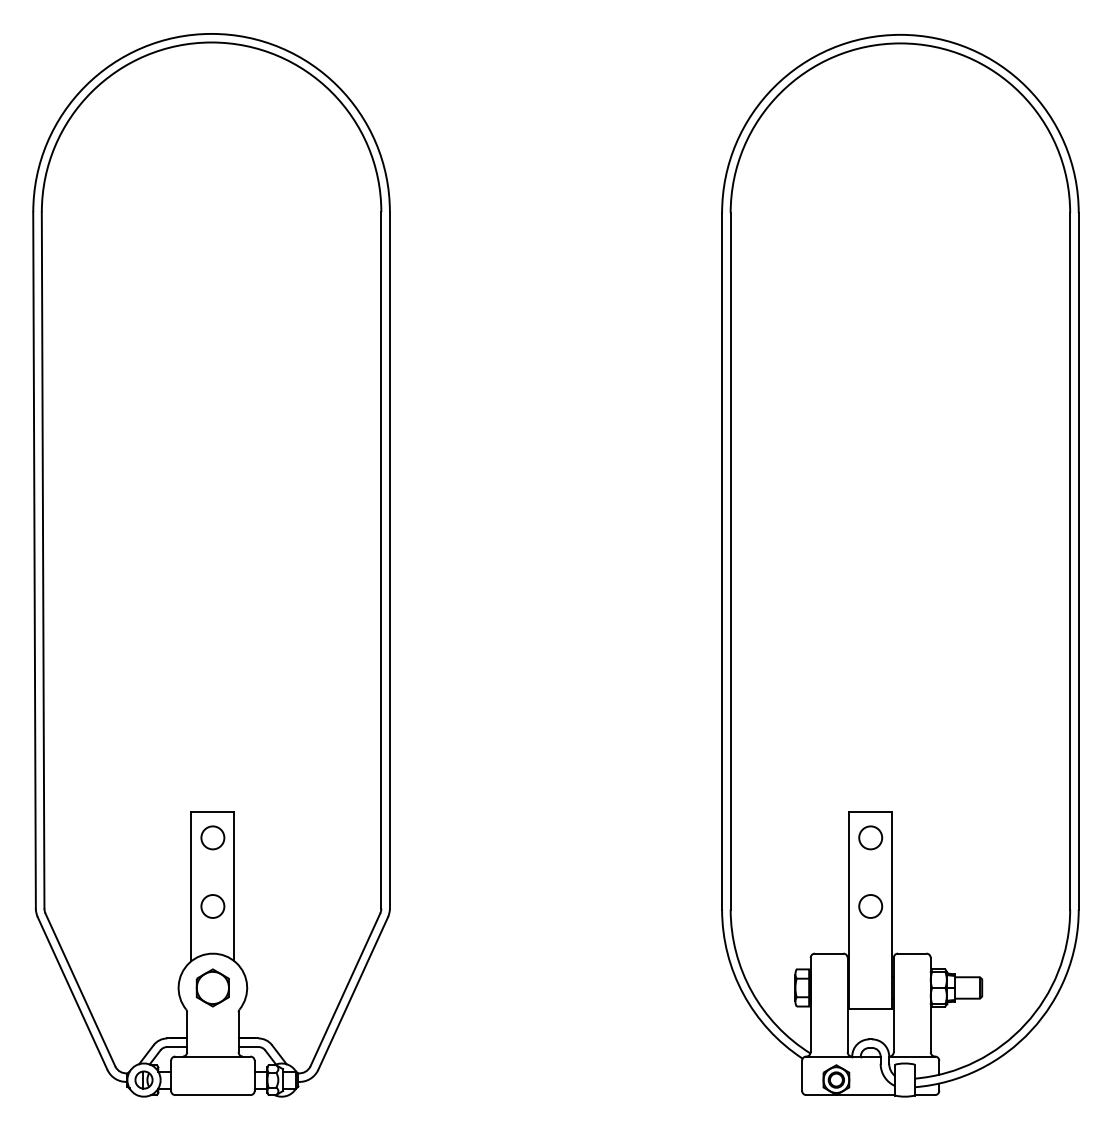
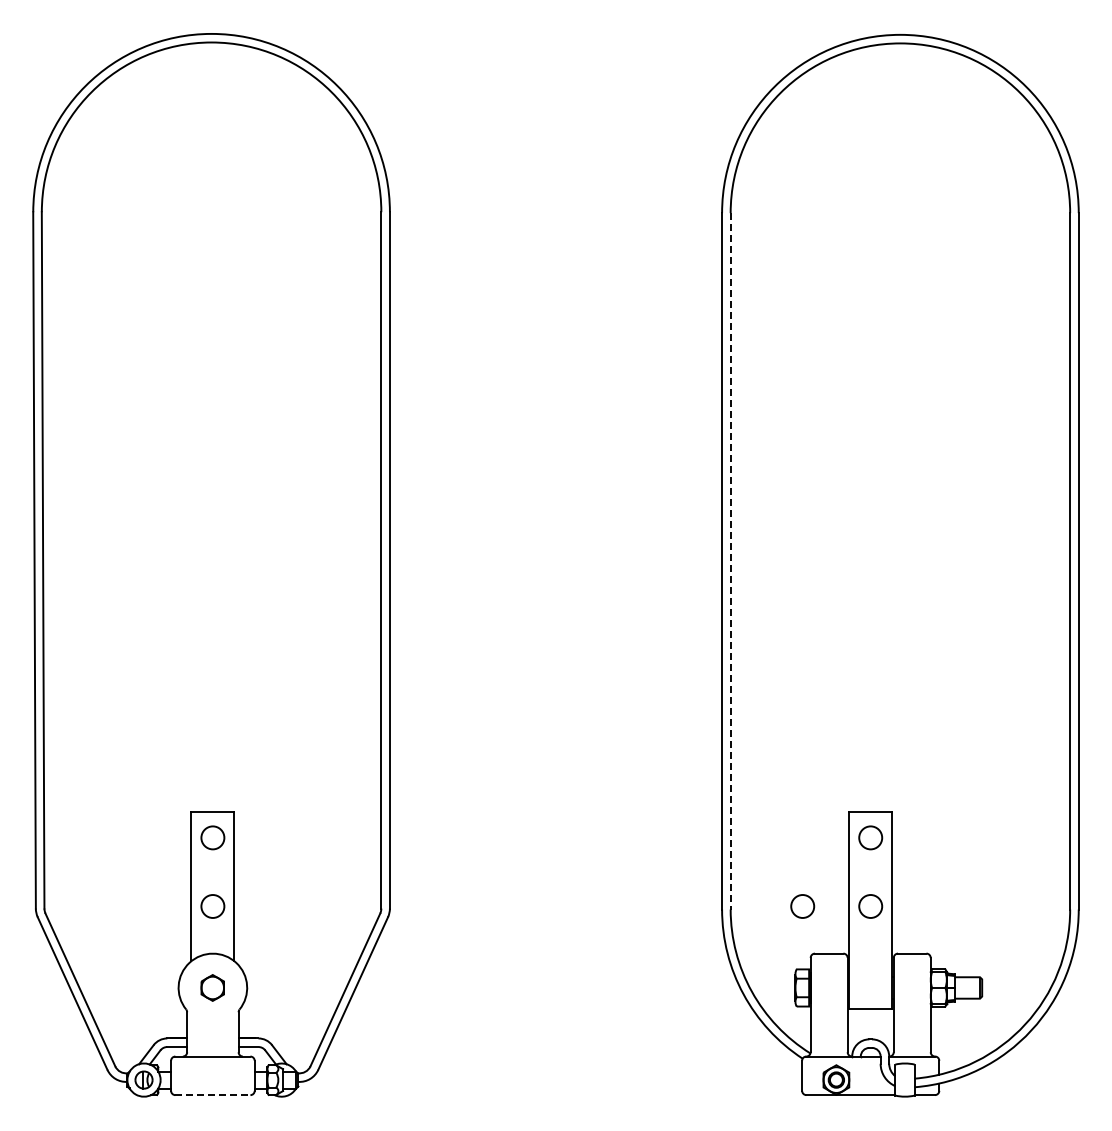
line at (730, 561): solid -> dashed
circle at (802, 906): none -> present
part at (212, 987) size: 35x40 px -> 25x28 px
line at (212, 1095): solid -> dashed
